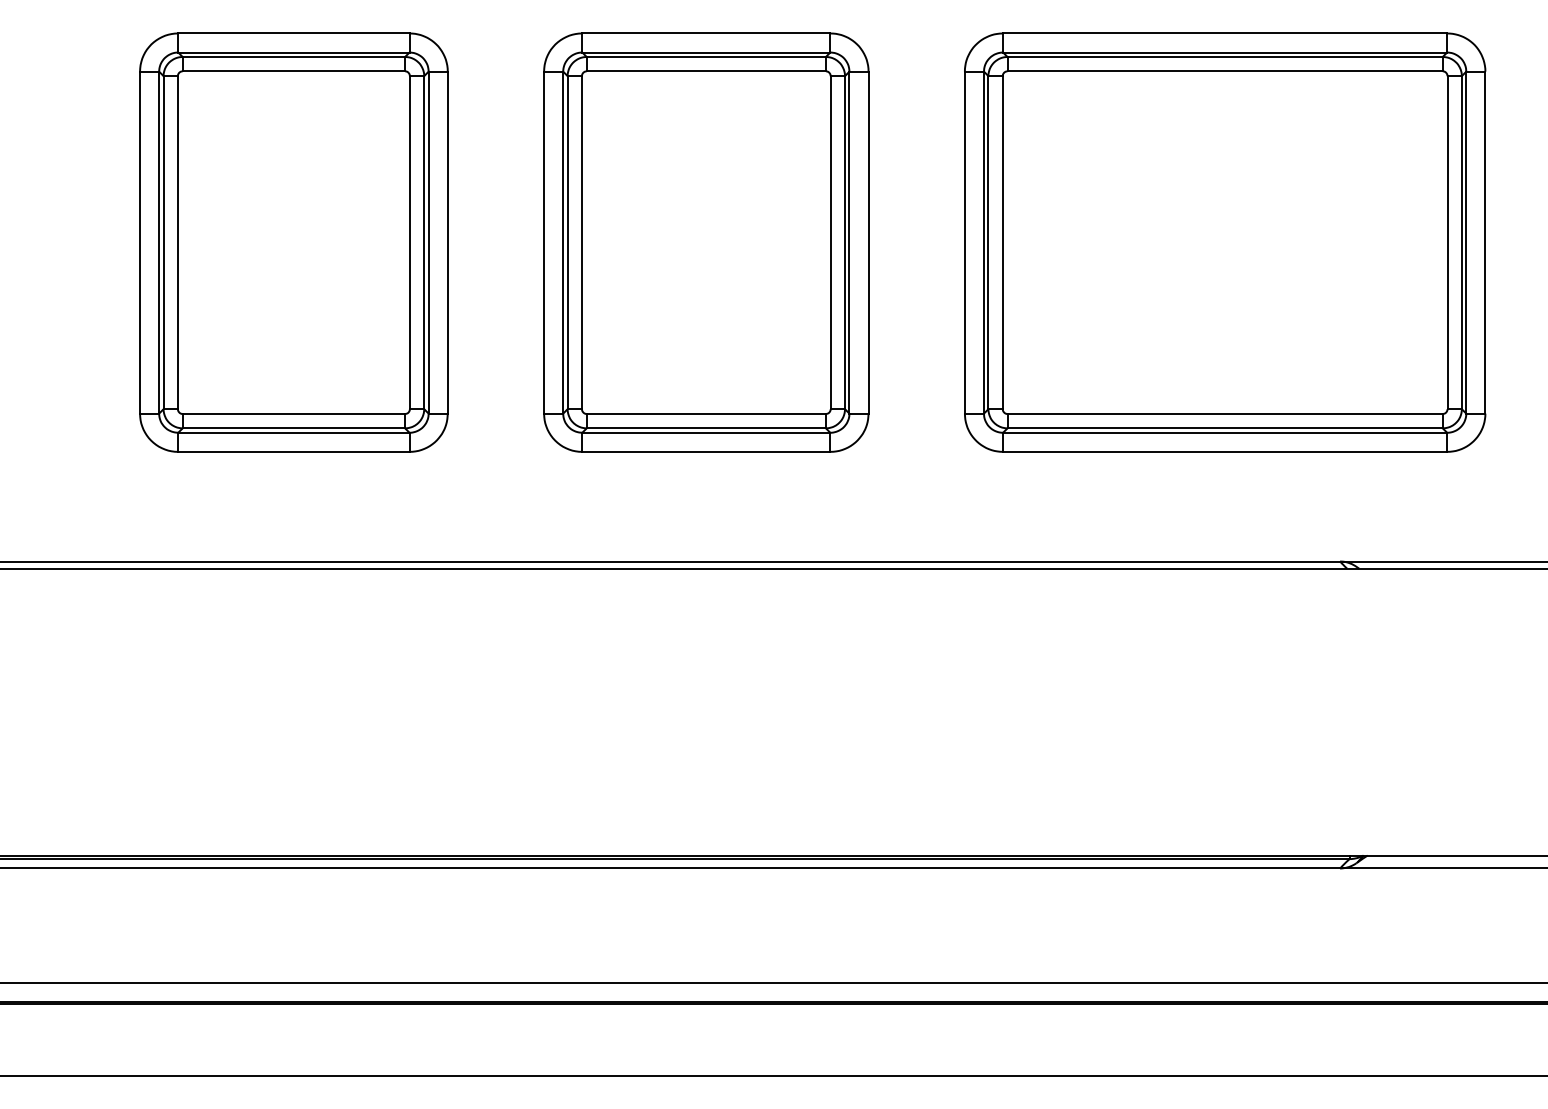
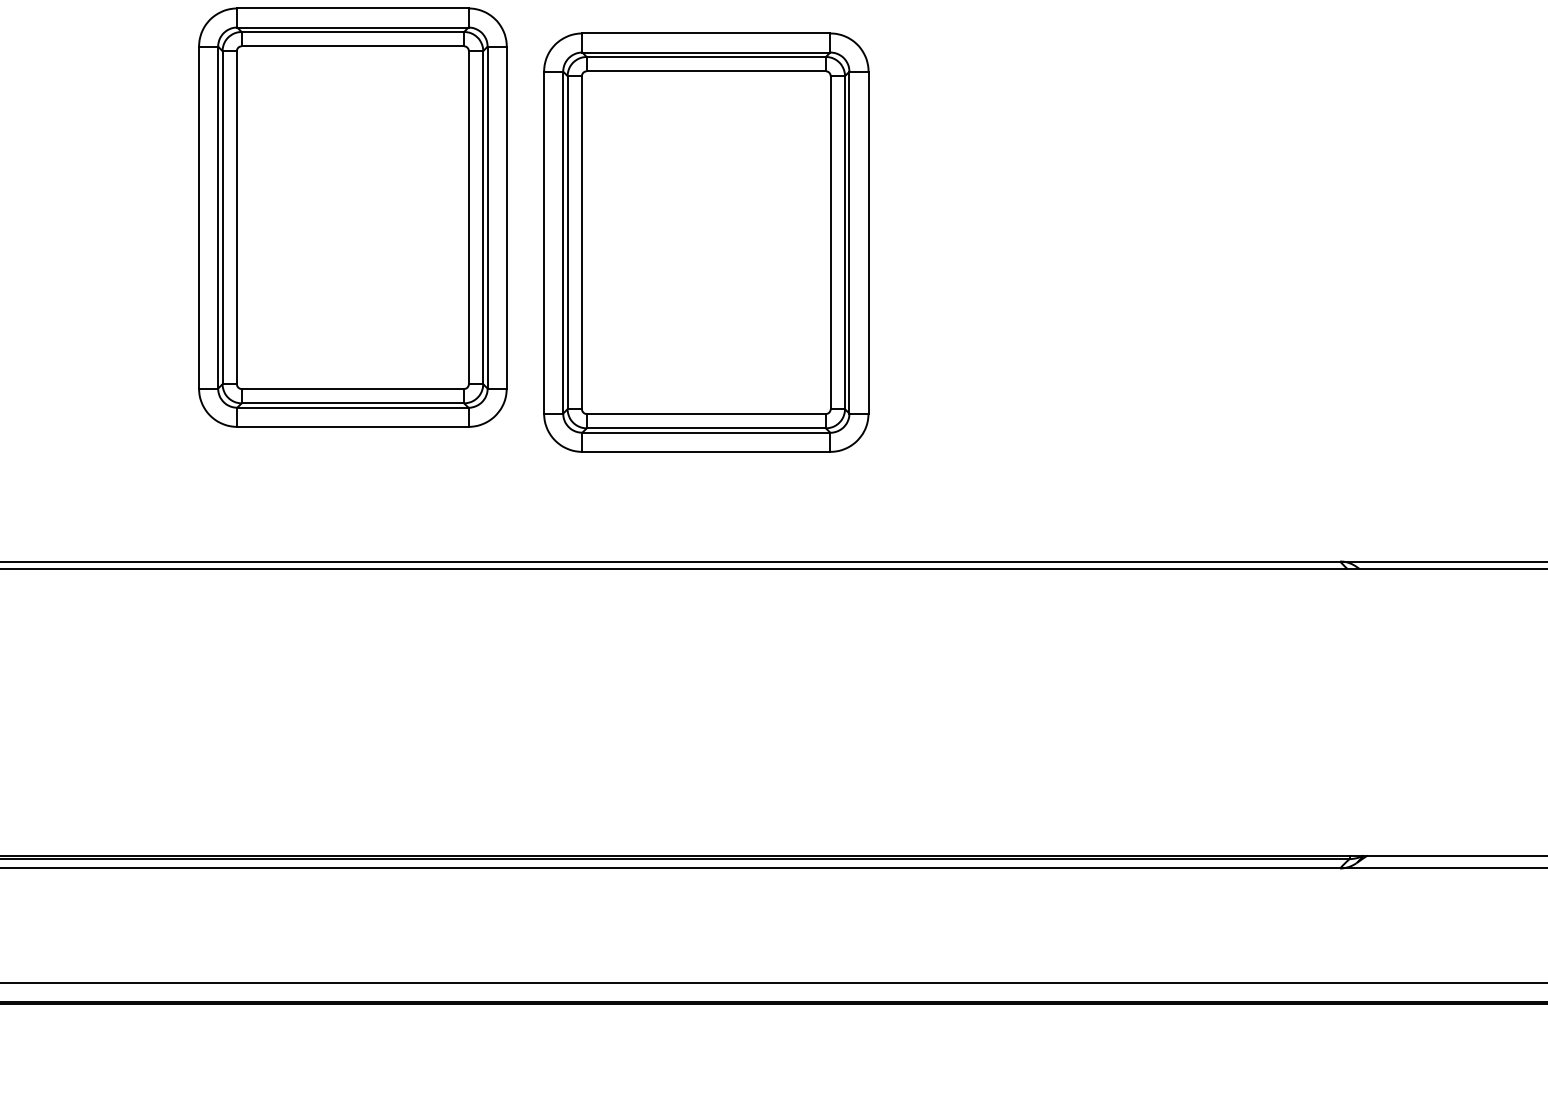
part at (293, 242) position: (293, 242) -> (352, 217)
part at (1225, 242): present -> none
line at (773, 1075): present -> none
